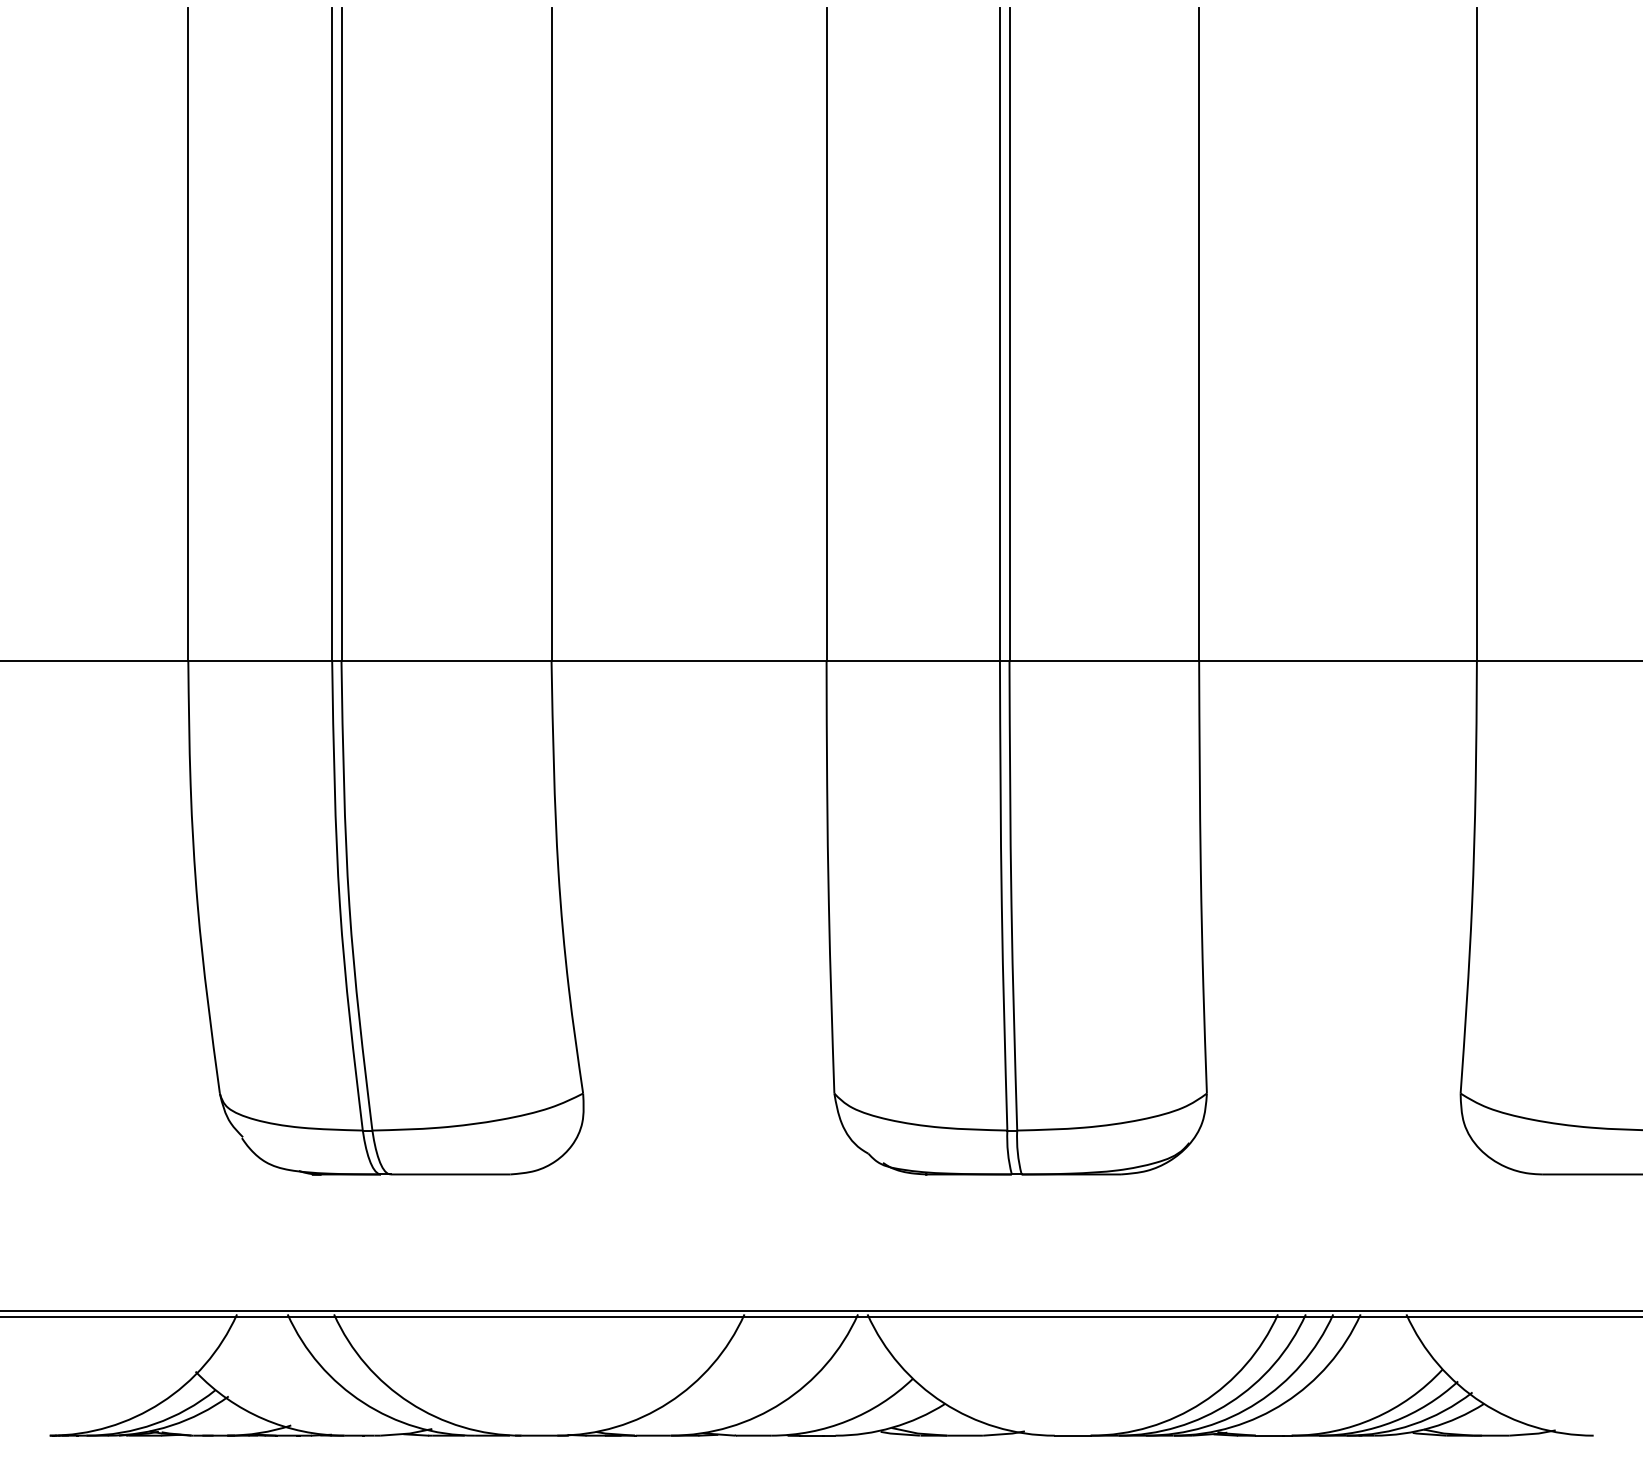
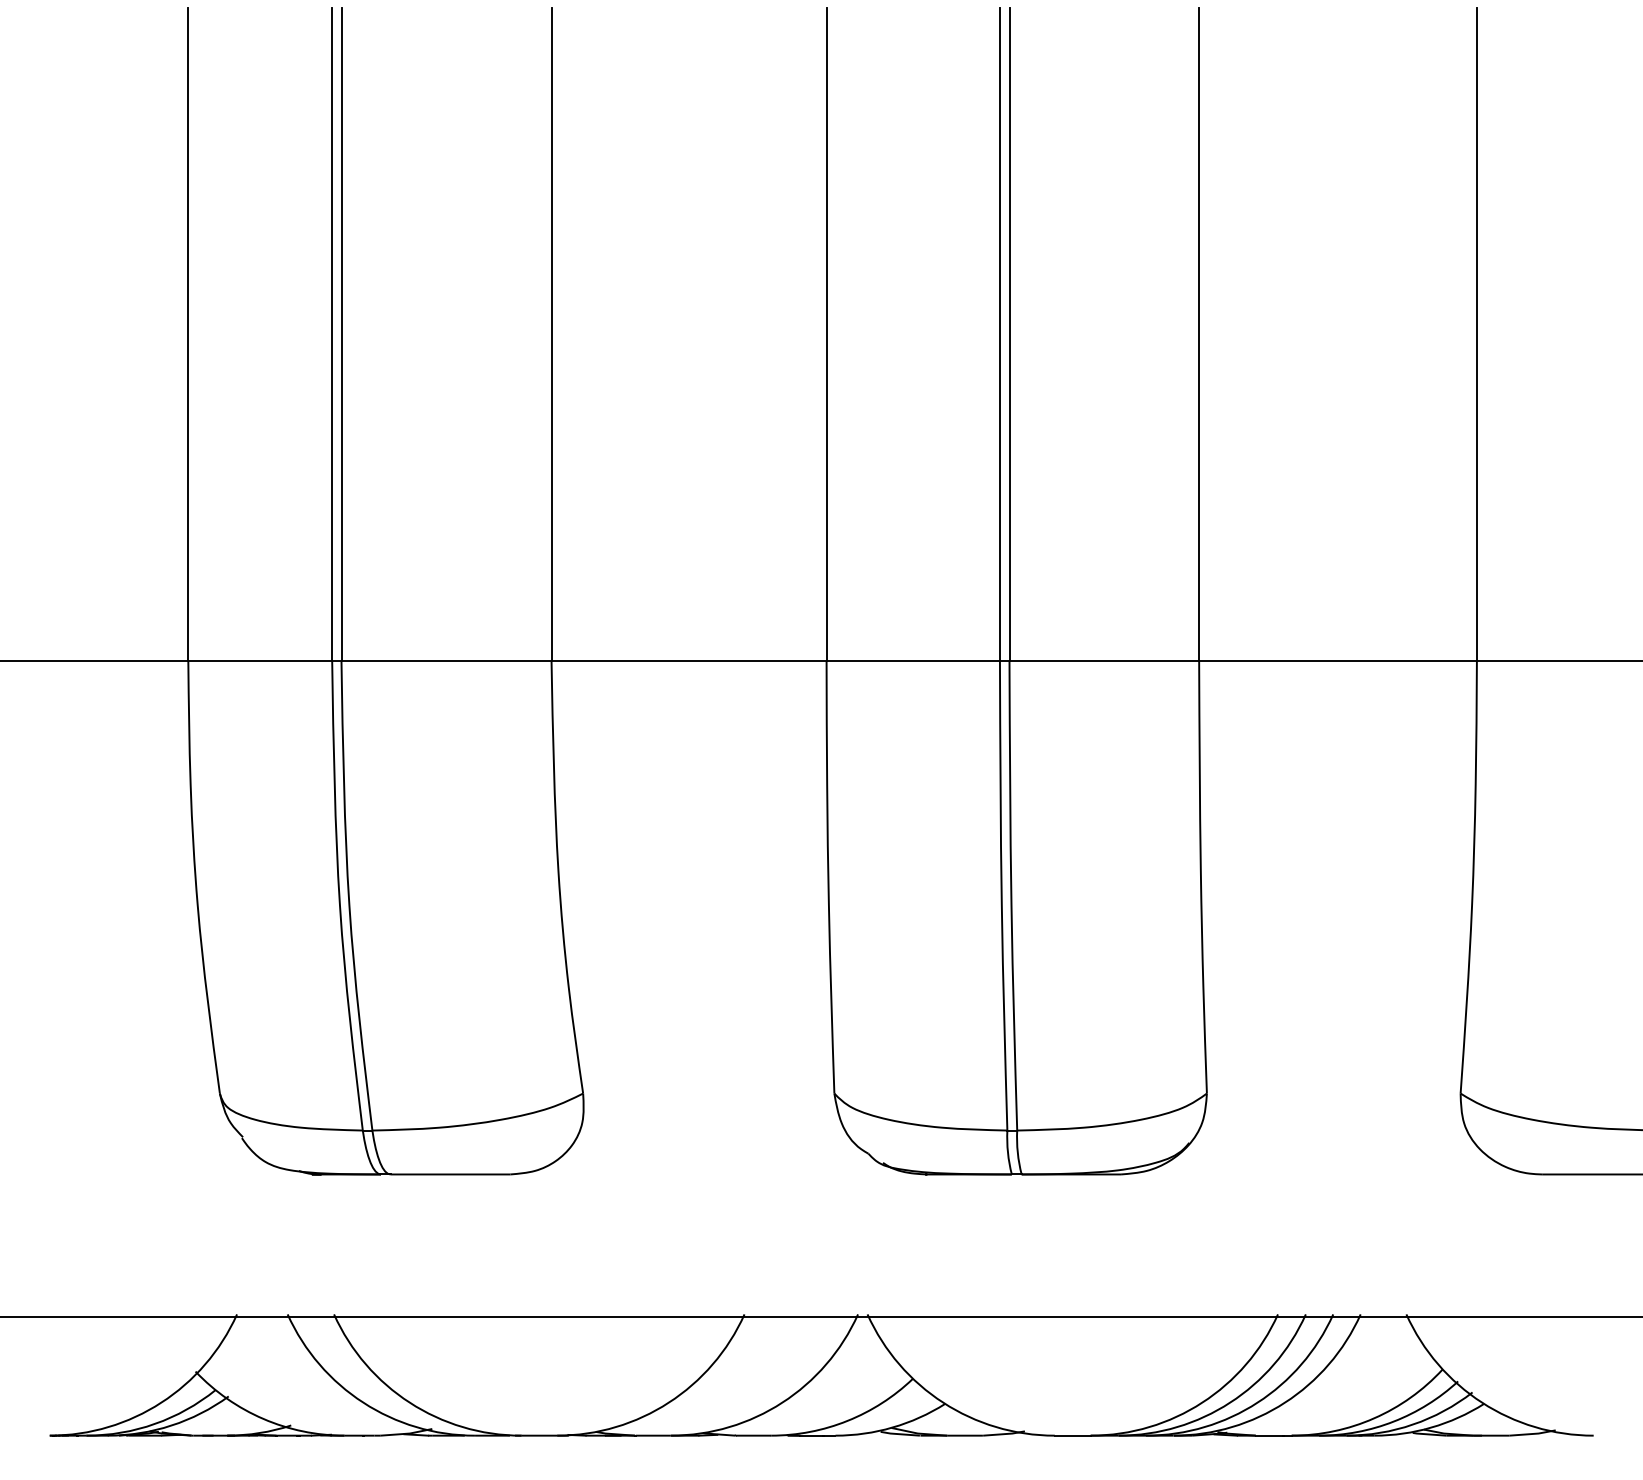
line at (820, 1310): present -> none
